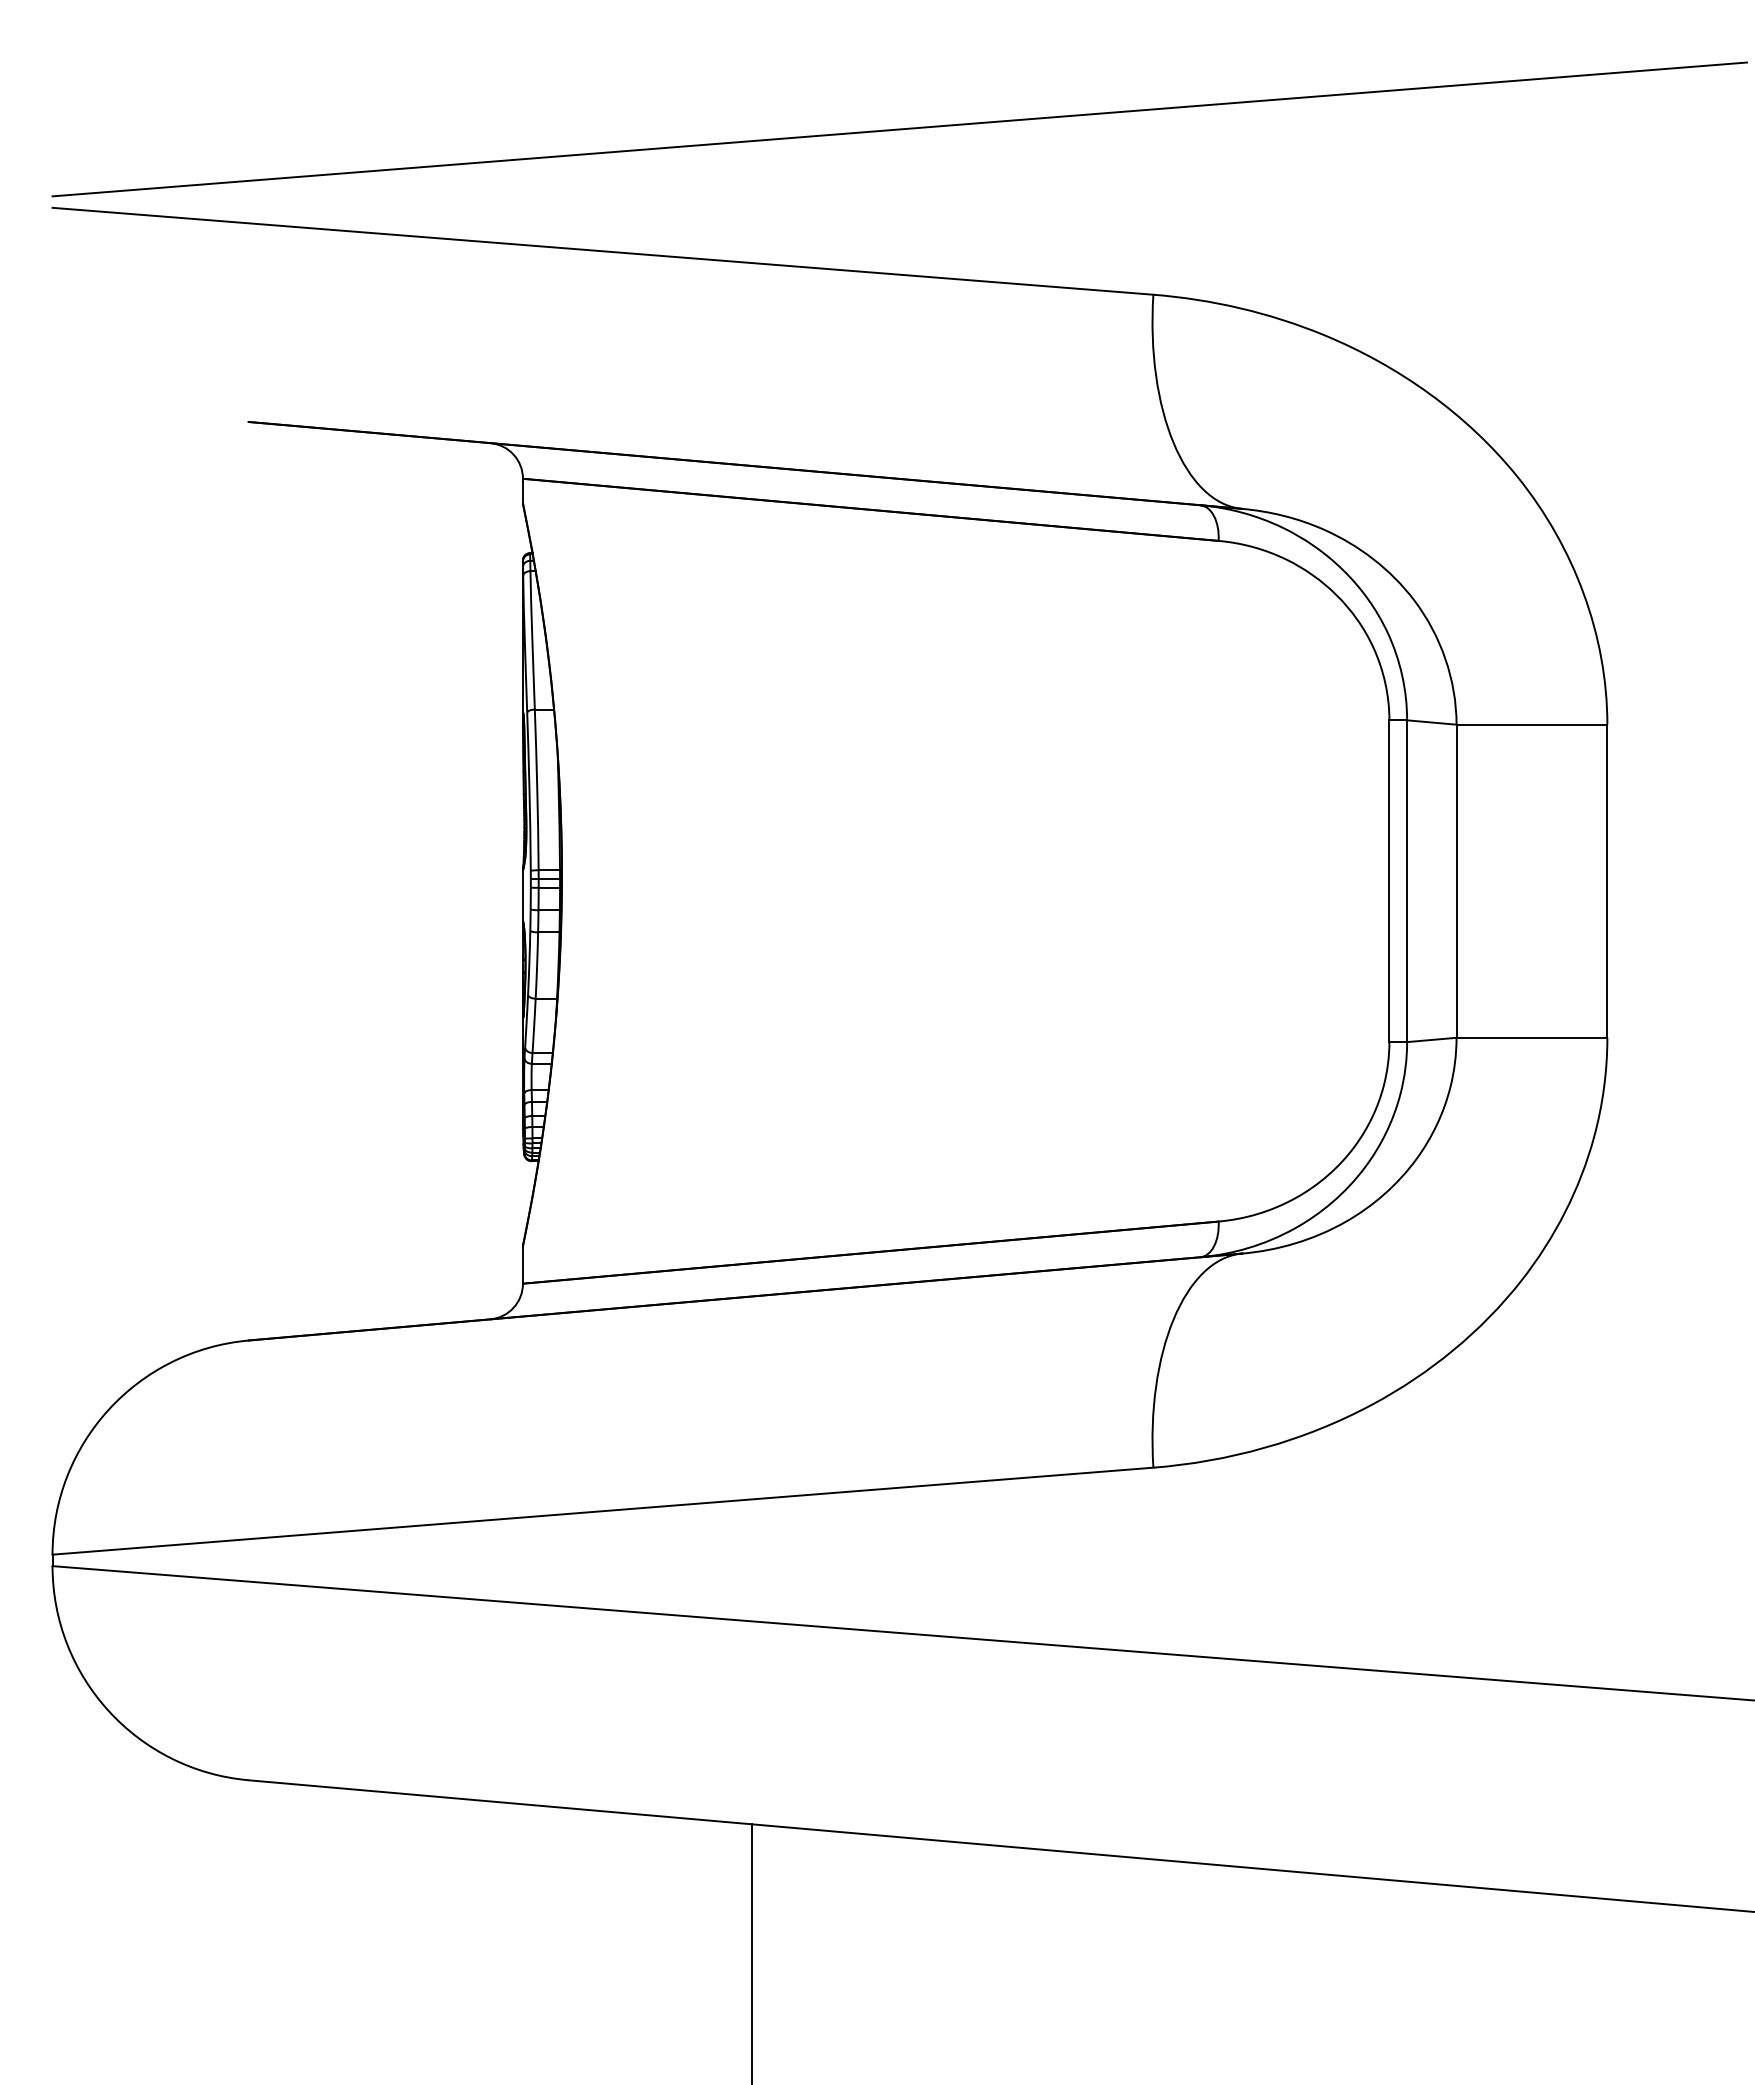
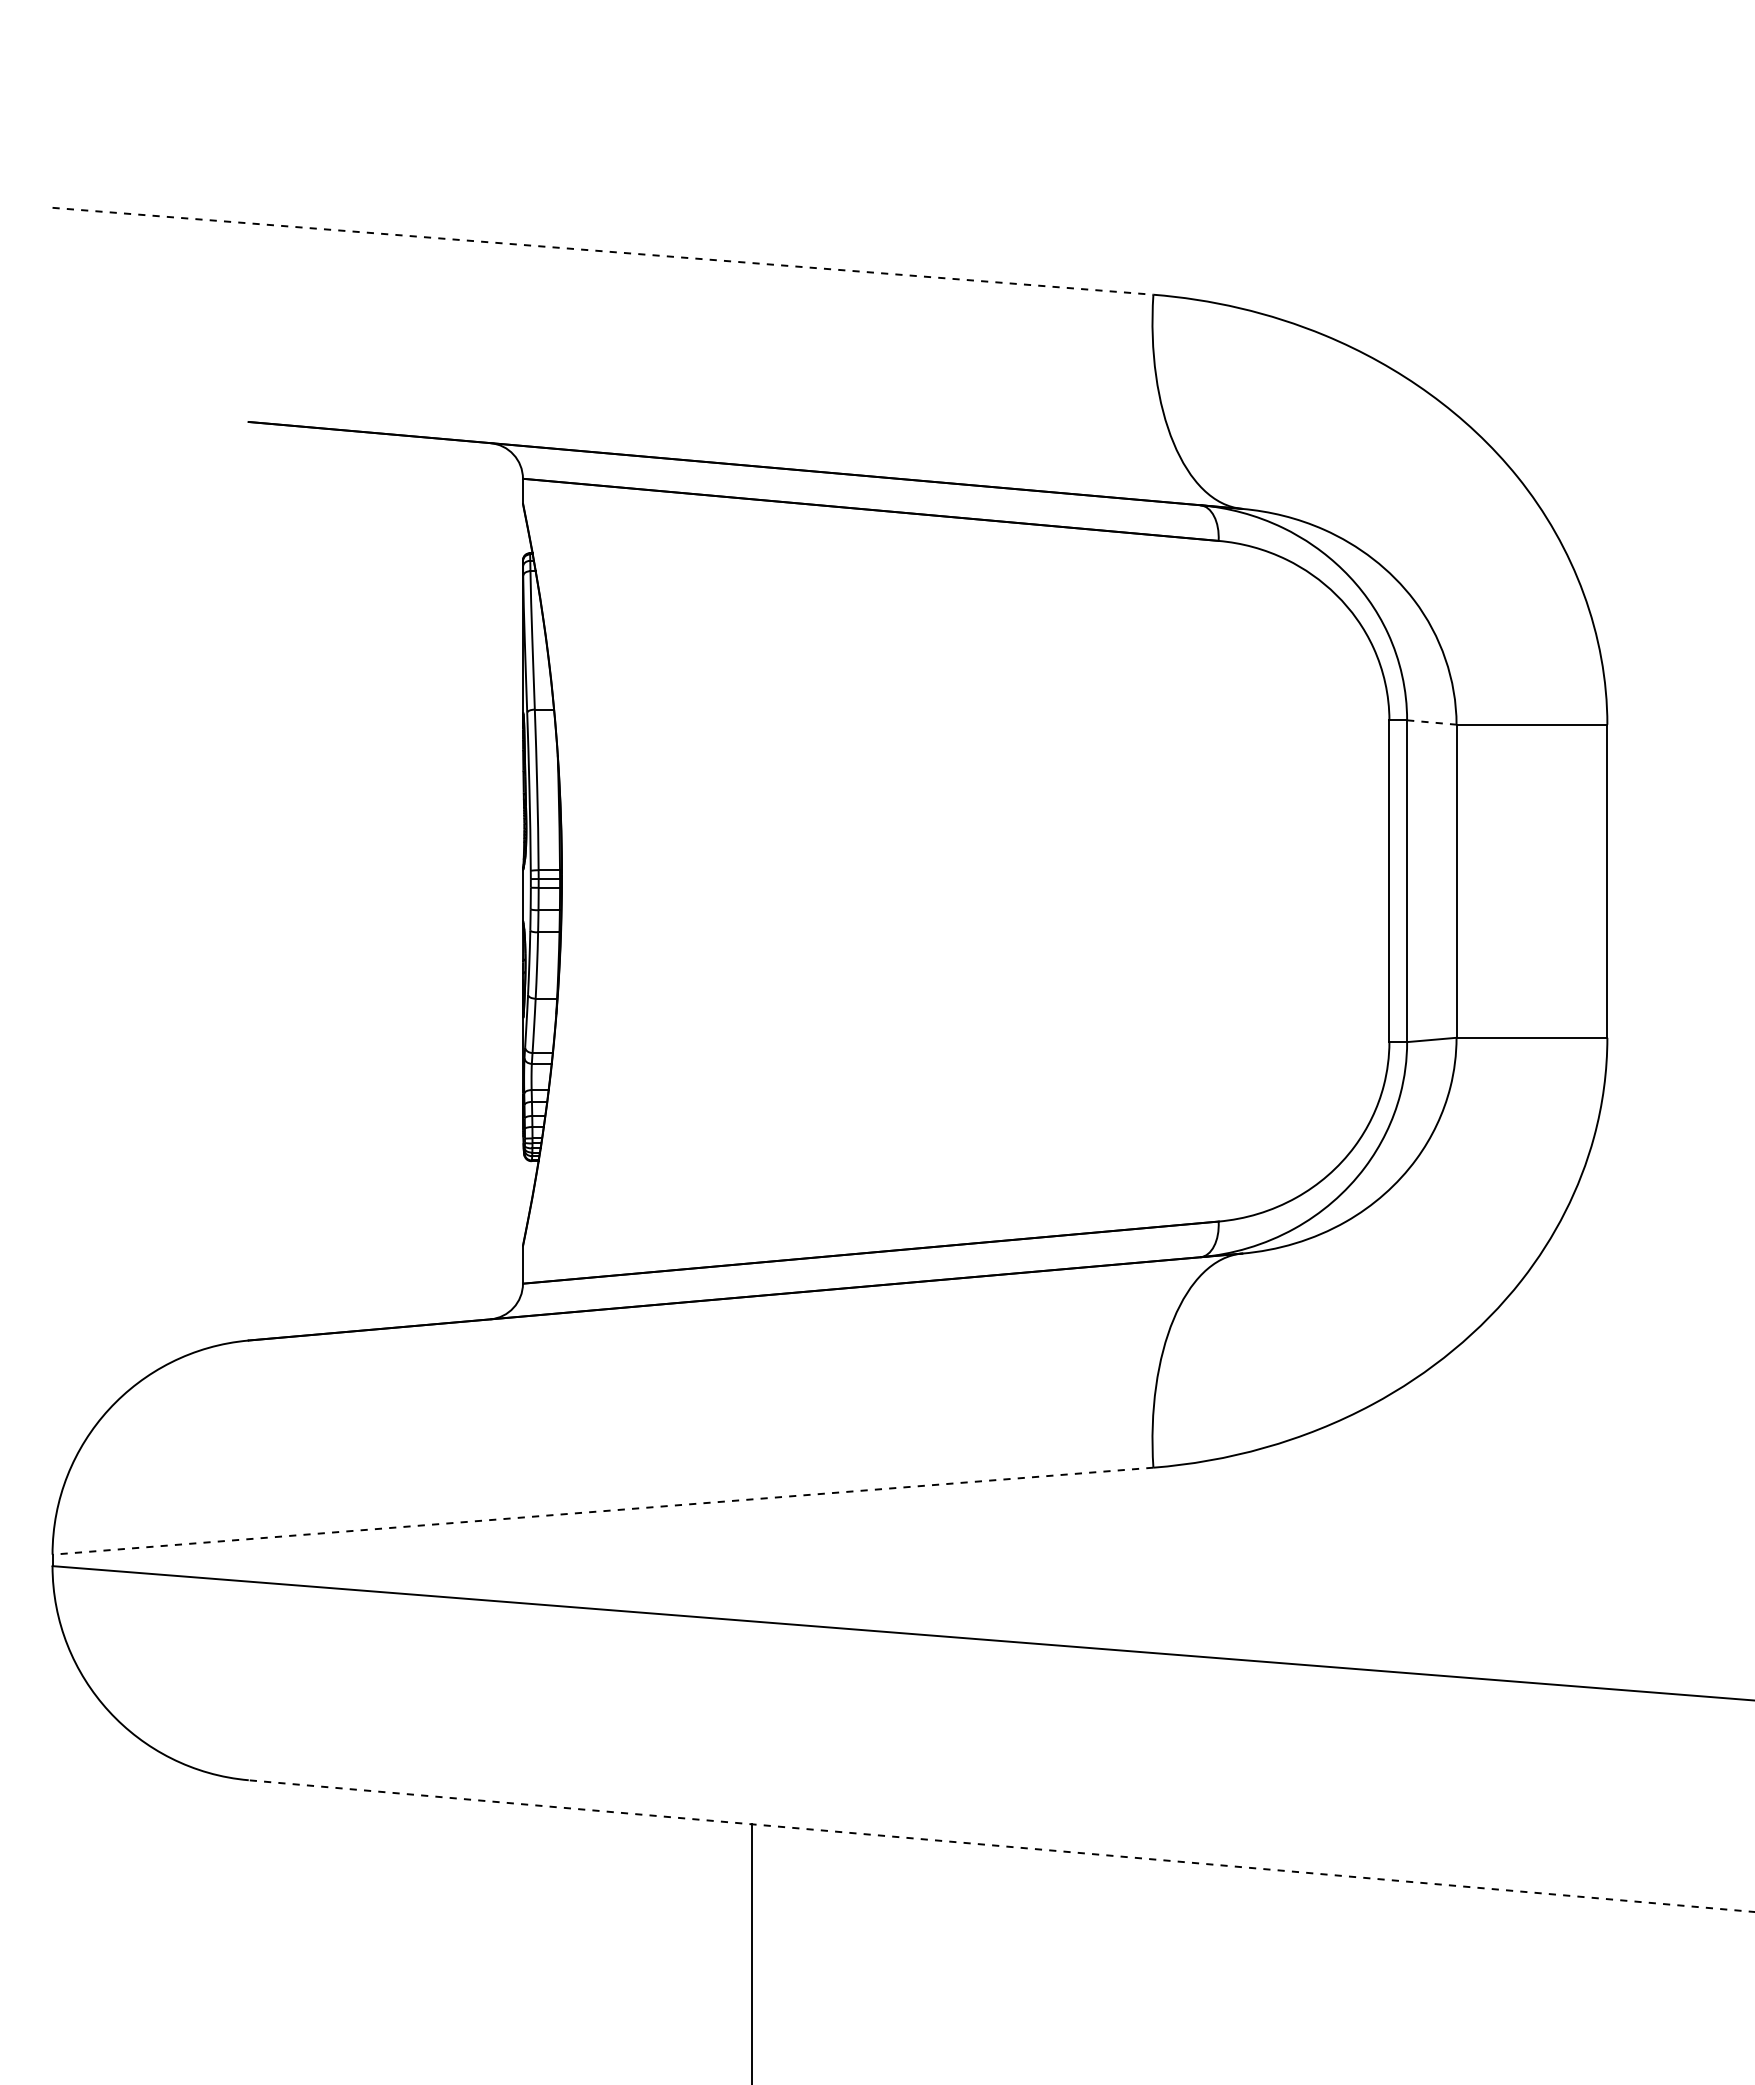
line at (899, 129): present -> none
line at (603, 251): solid -> dashed
line at (1431, 722): solid -> dashed
line at (602, 1511): solid -> dashed
line at (1001, 1846): solid -> dashed
